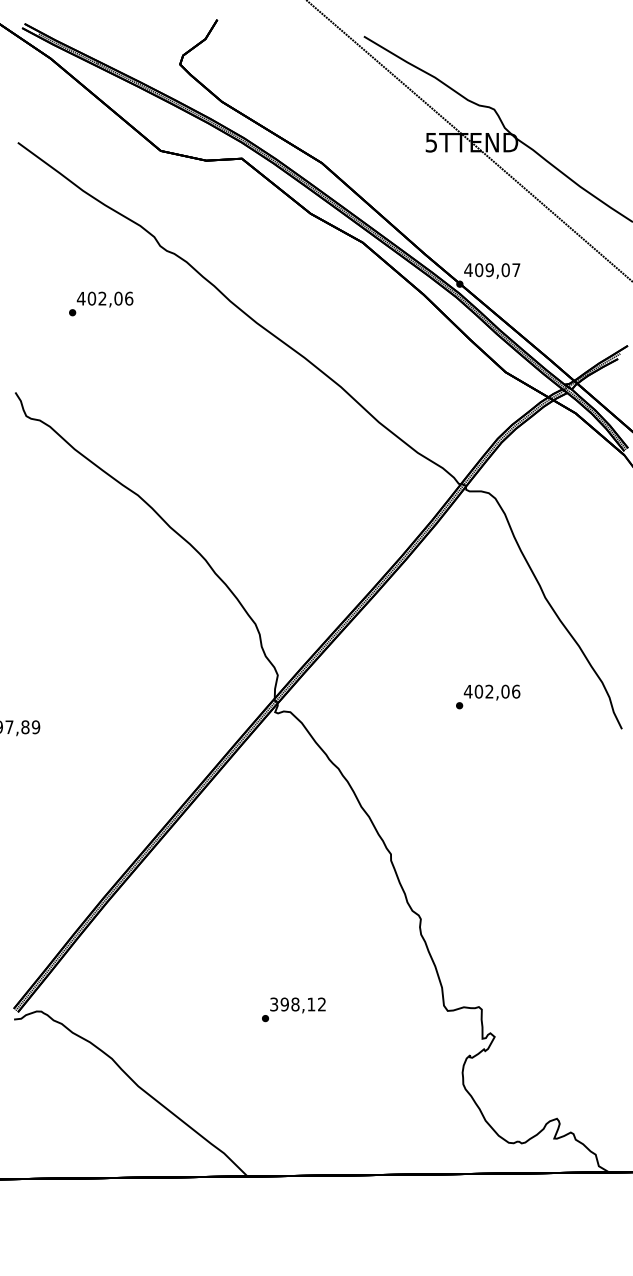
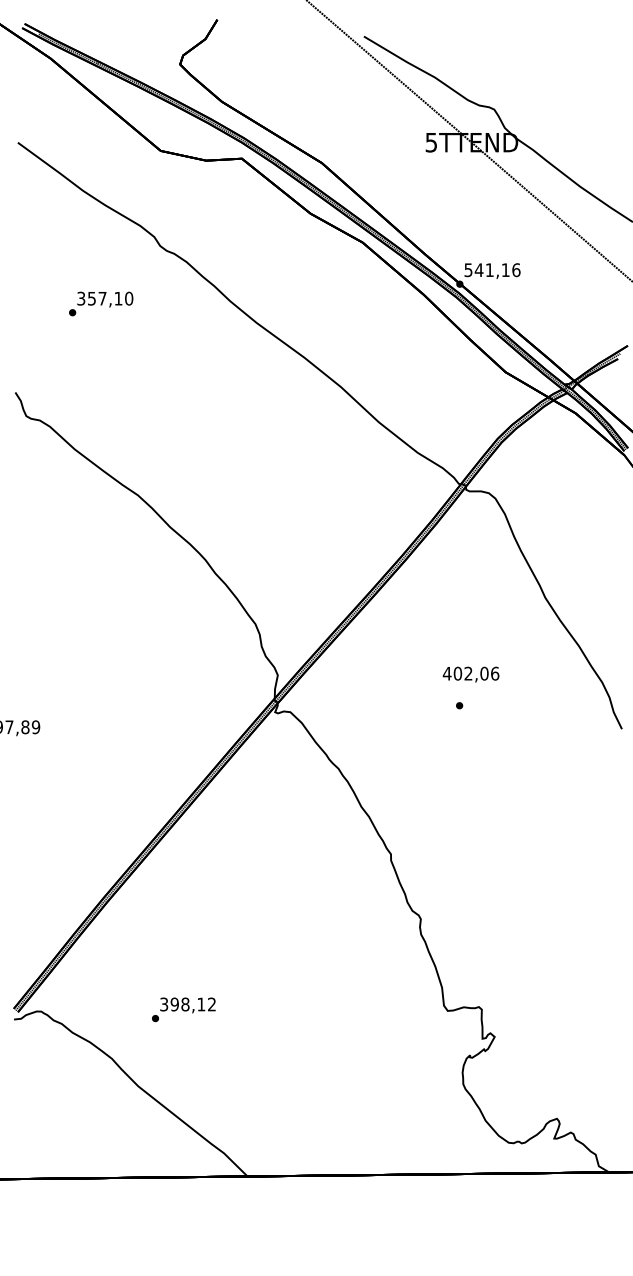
text at (492, 270): 409,07 -> 541,16
text at (104, 298): 402,06 -> 357,10
text at (491, 692) position: (491, 692) -> (470, 674)
text at (293, 1009) position: (293, 1009) -> (183, 1009)
